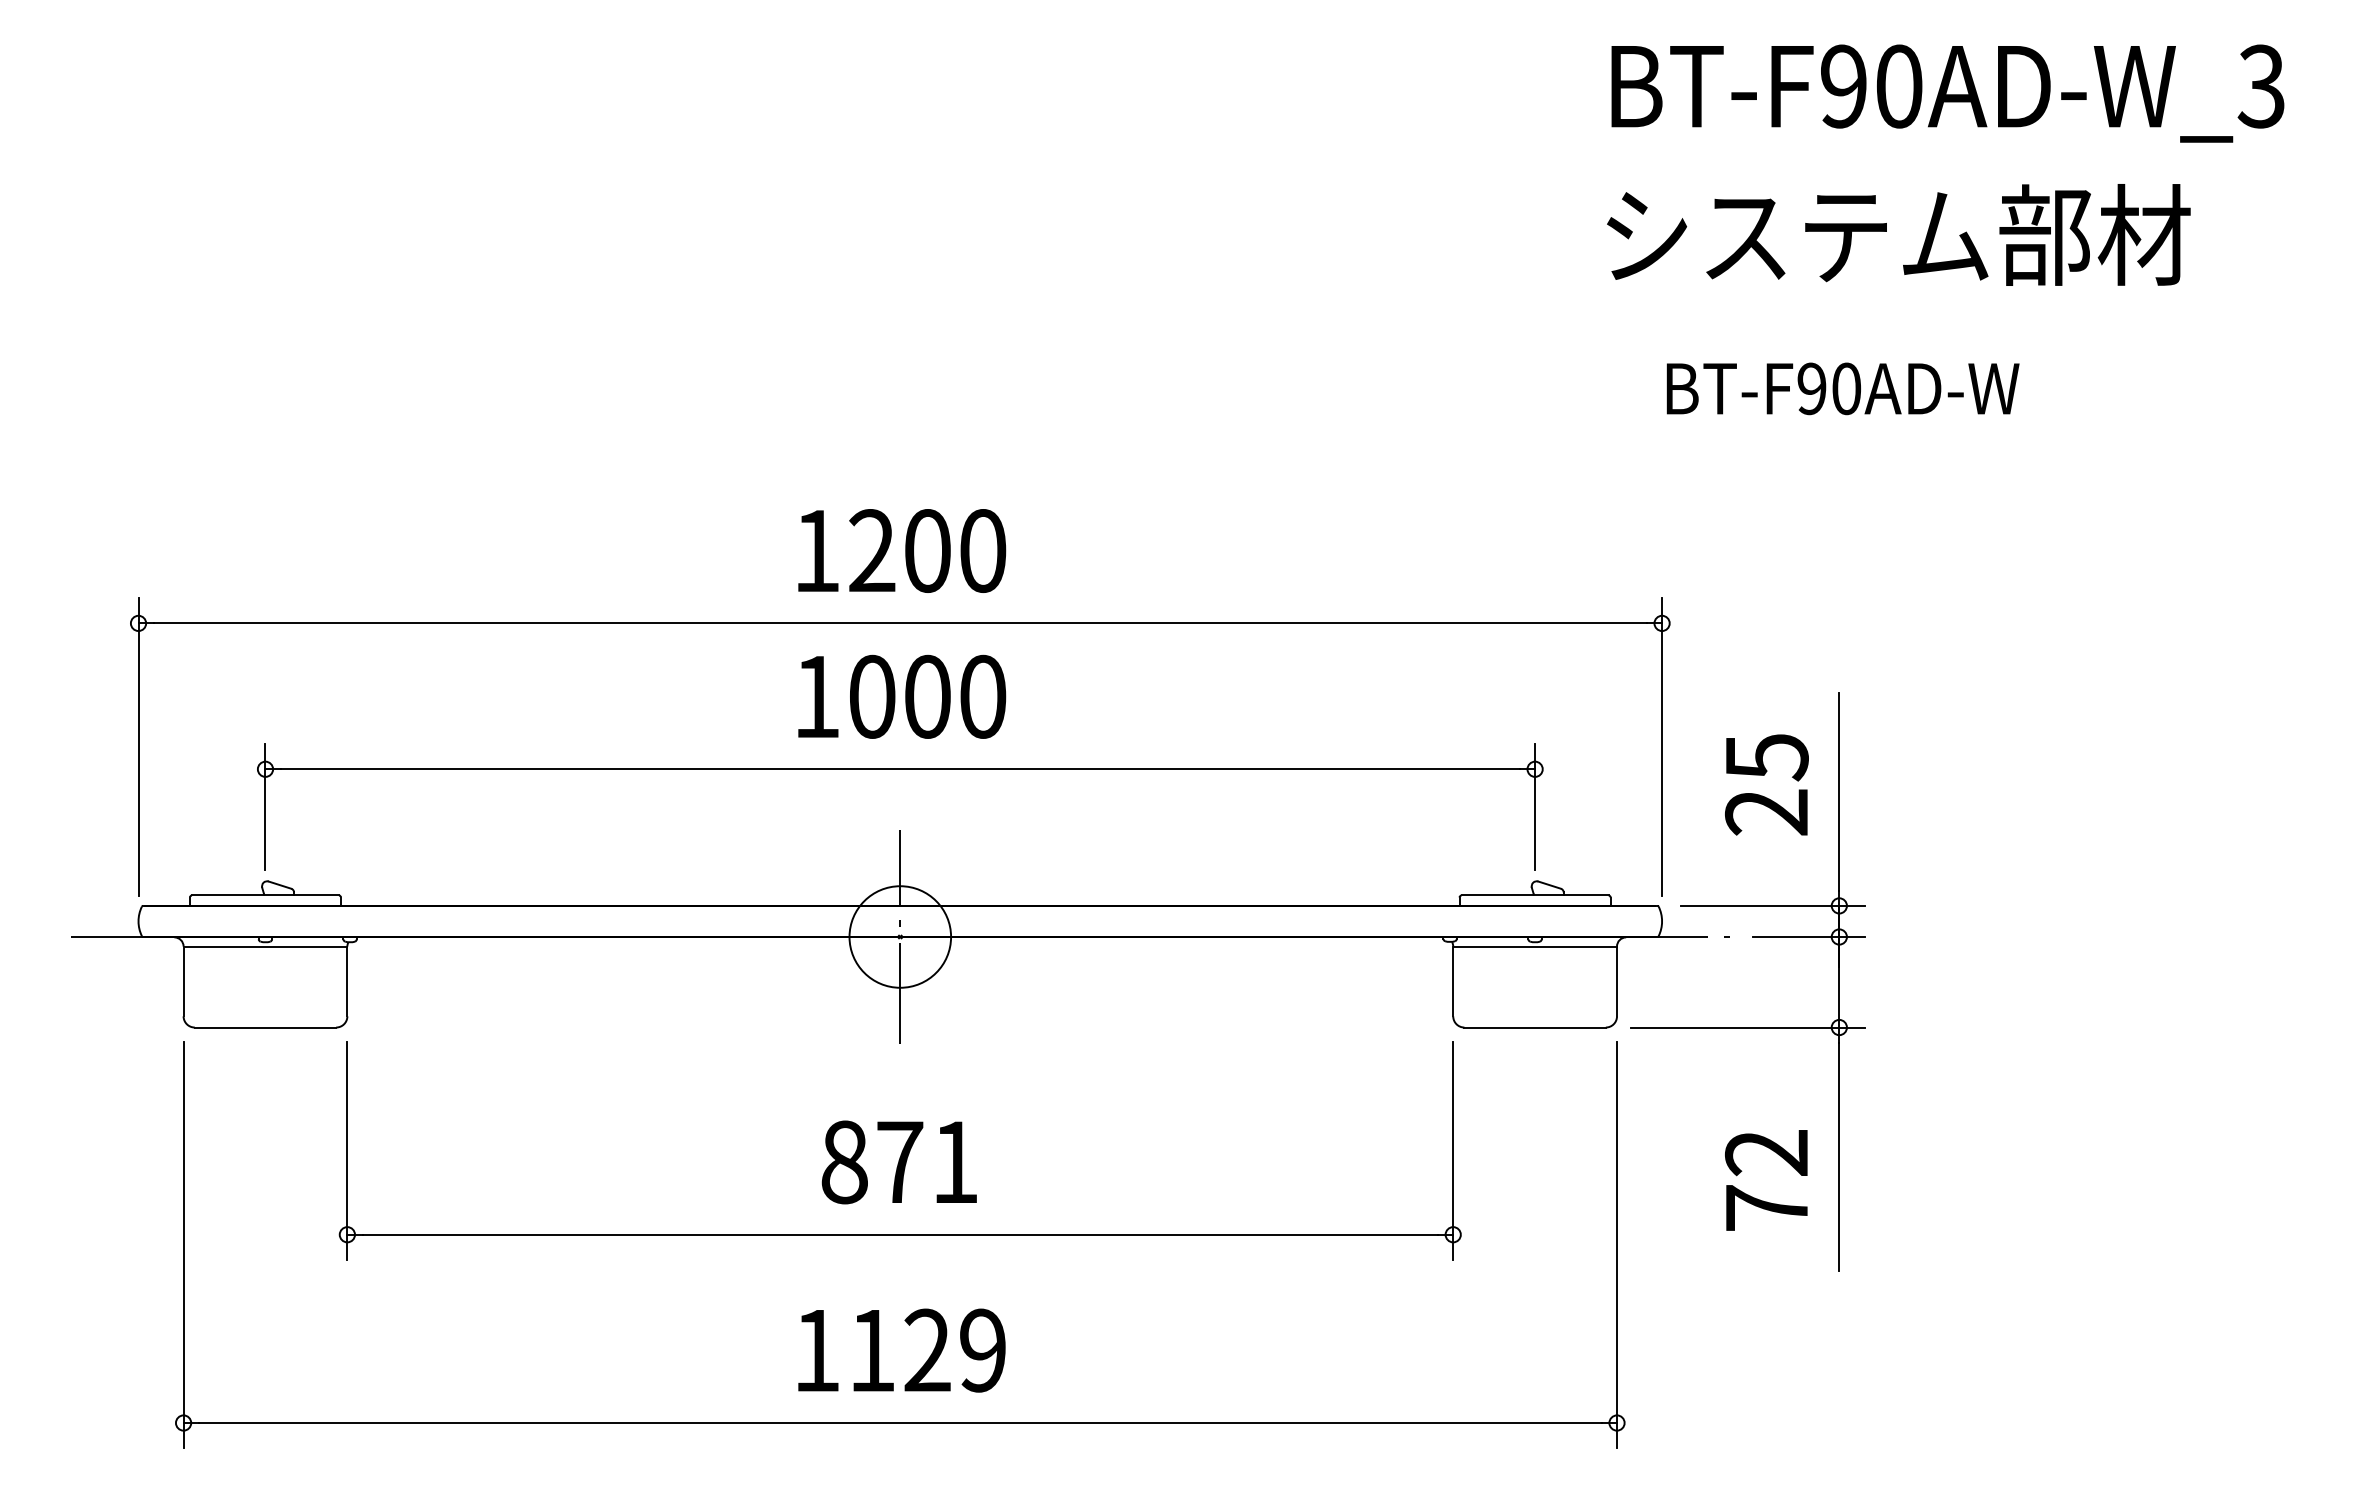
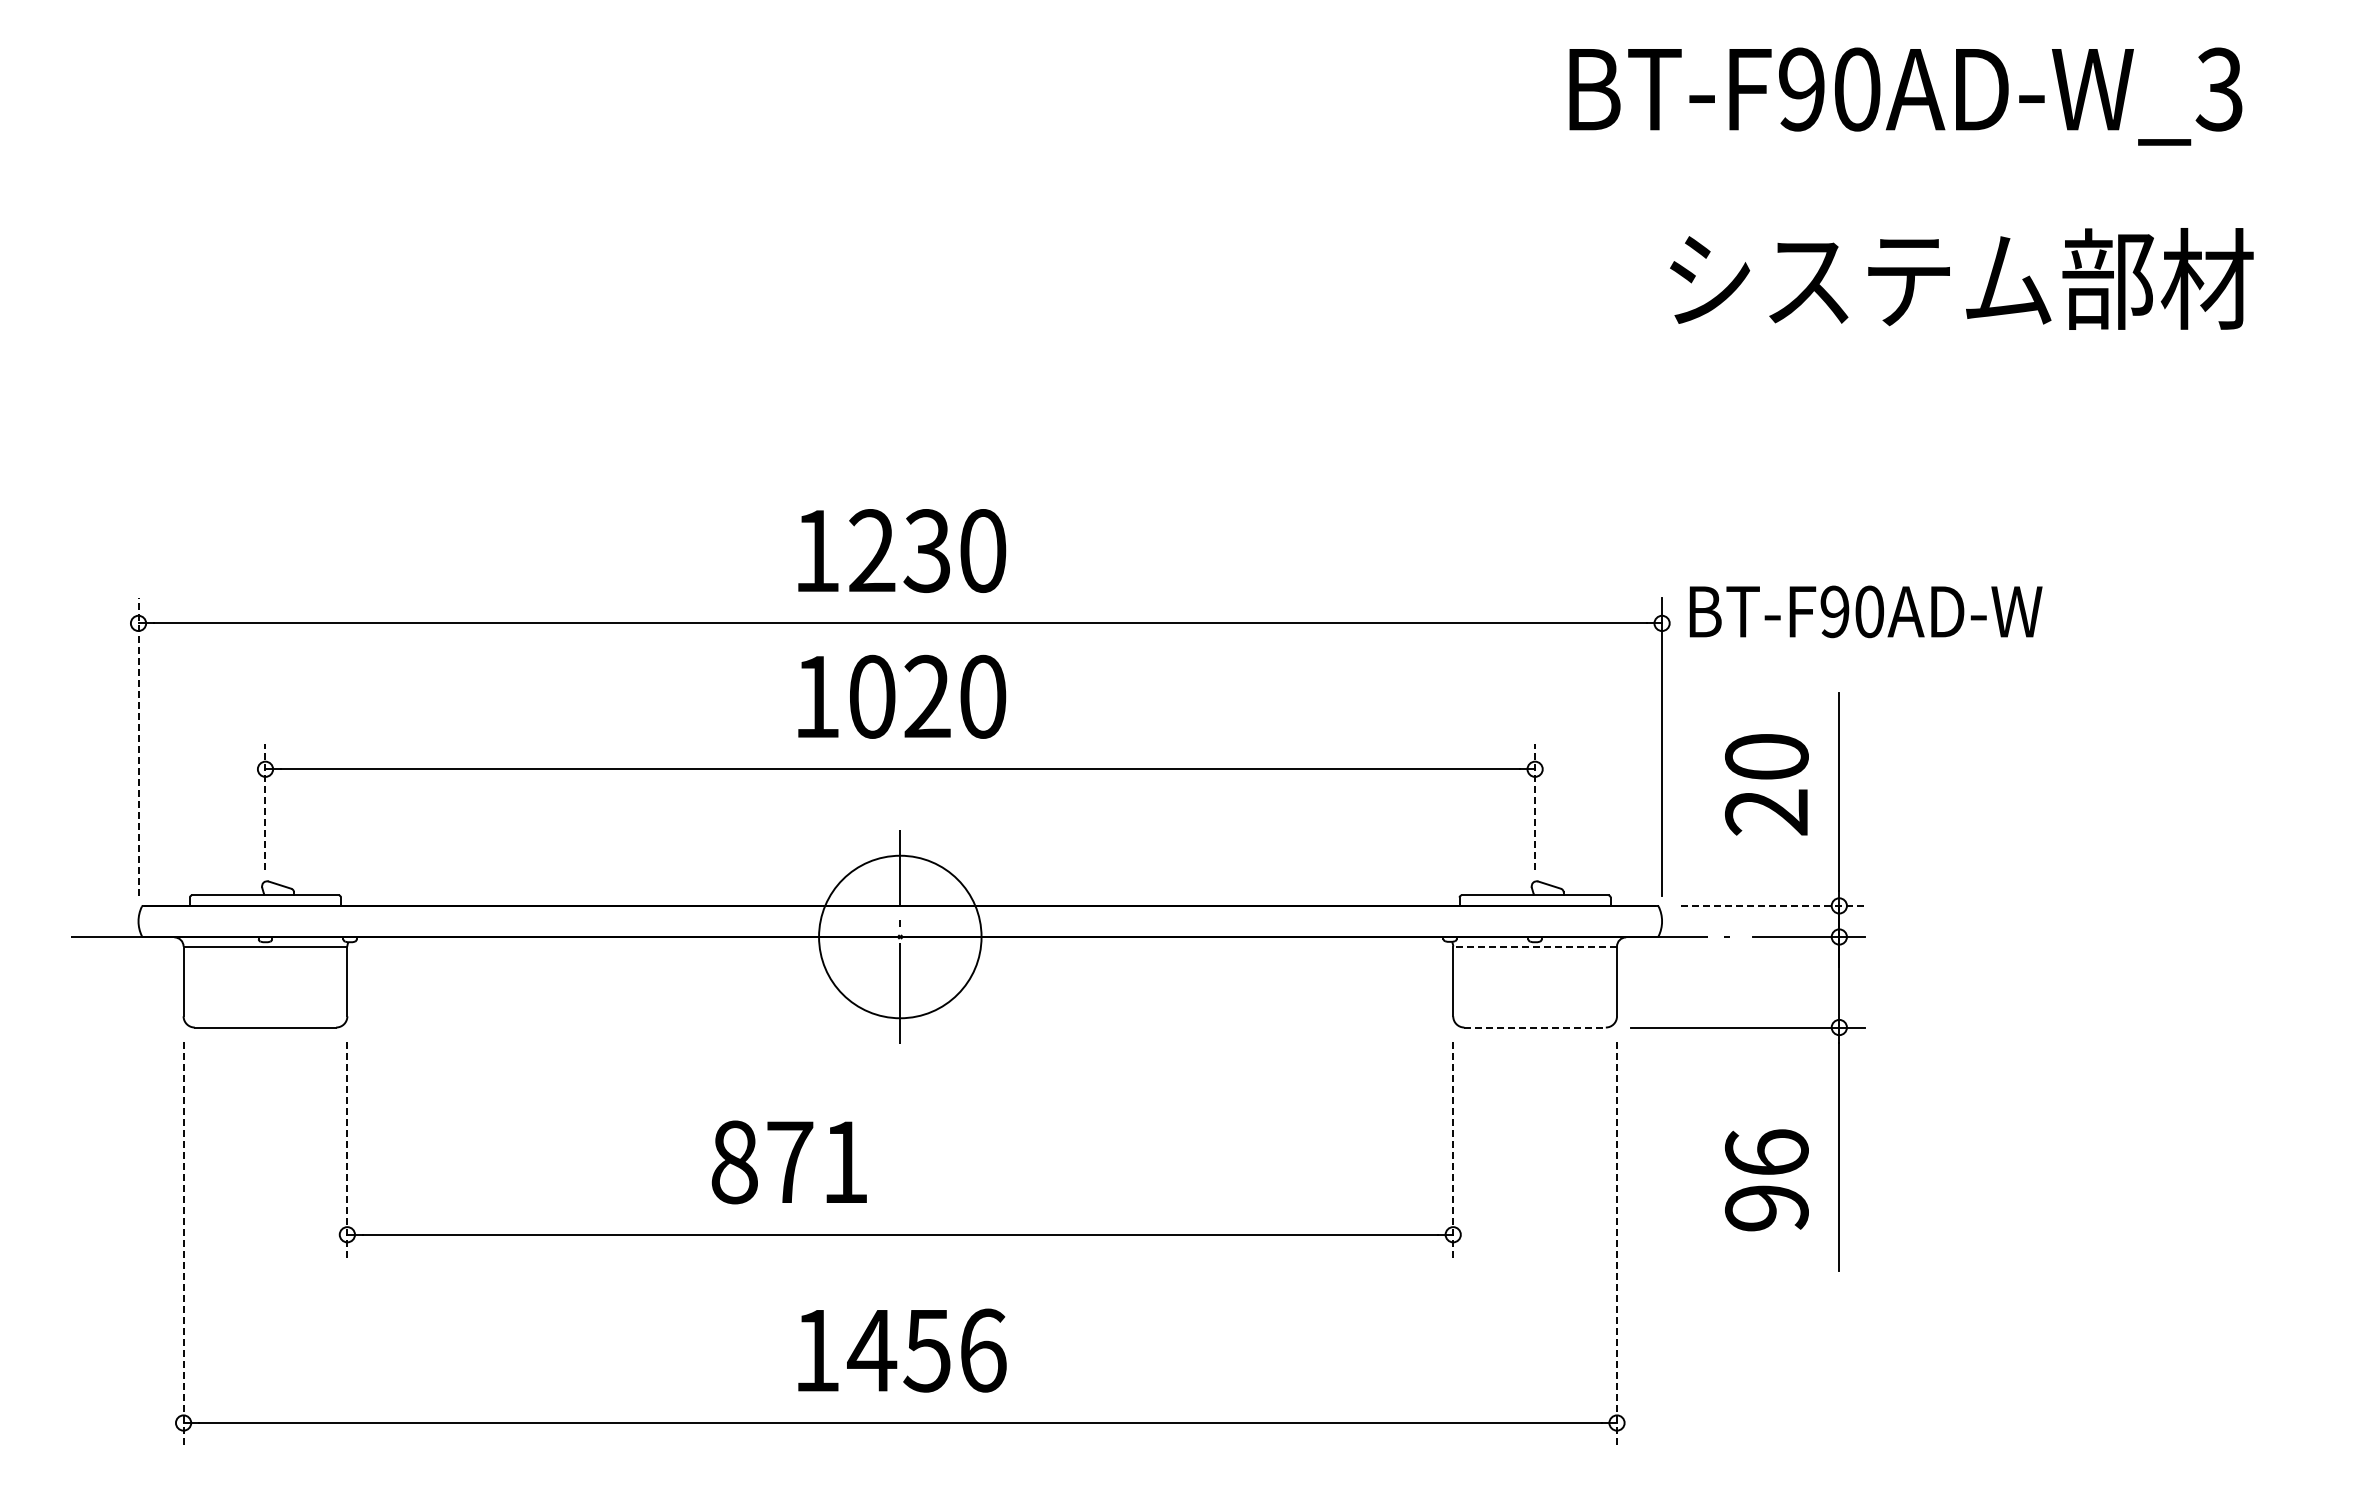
text at (1947, 93) position: (1947, 93) -> (1905, 96)
text at (1898, 234) position: (1898, 234) -> (1961, 278)
text at (1842, 388) position: (1842, 388) -> (1865, 611)
text at (926, 550): 1200 -> 1230
text at (927, 696): 1000 -> 1020
line at (138, 747): solid -> dashed
text at (1766, 757): 25 -> 20
line at (265, 806): solid -> dashed
line at (1535, 806): solid -> dashed
line at (1773, 905): solid -> dashed
circle at (900, 936) diameter: 102 px -> 163 px
line at (1535, 946): solid -> dashed
line at (1535, 1027): solid -> dashed
line at (347, 1151): solid -> dashed
line at (1453, 1151): solid -> dashed
text at (898, 1162) position: (898, 1162) -> (788, 1162)
text at (1766, 1180): 72 -> 96
line at (183, 1245): solid -> dashed
line at (1617, 1245): solid -> dashed
text at (926, 1350): 1129 -> 1456
